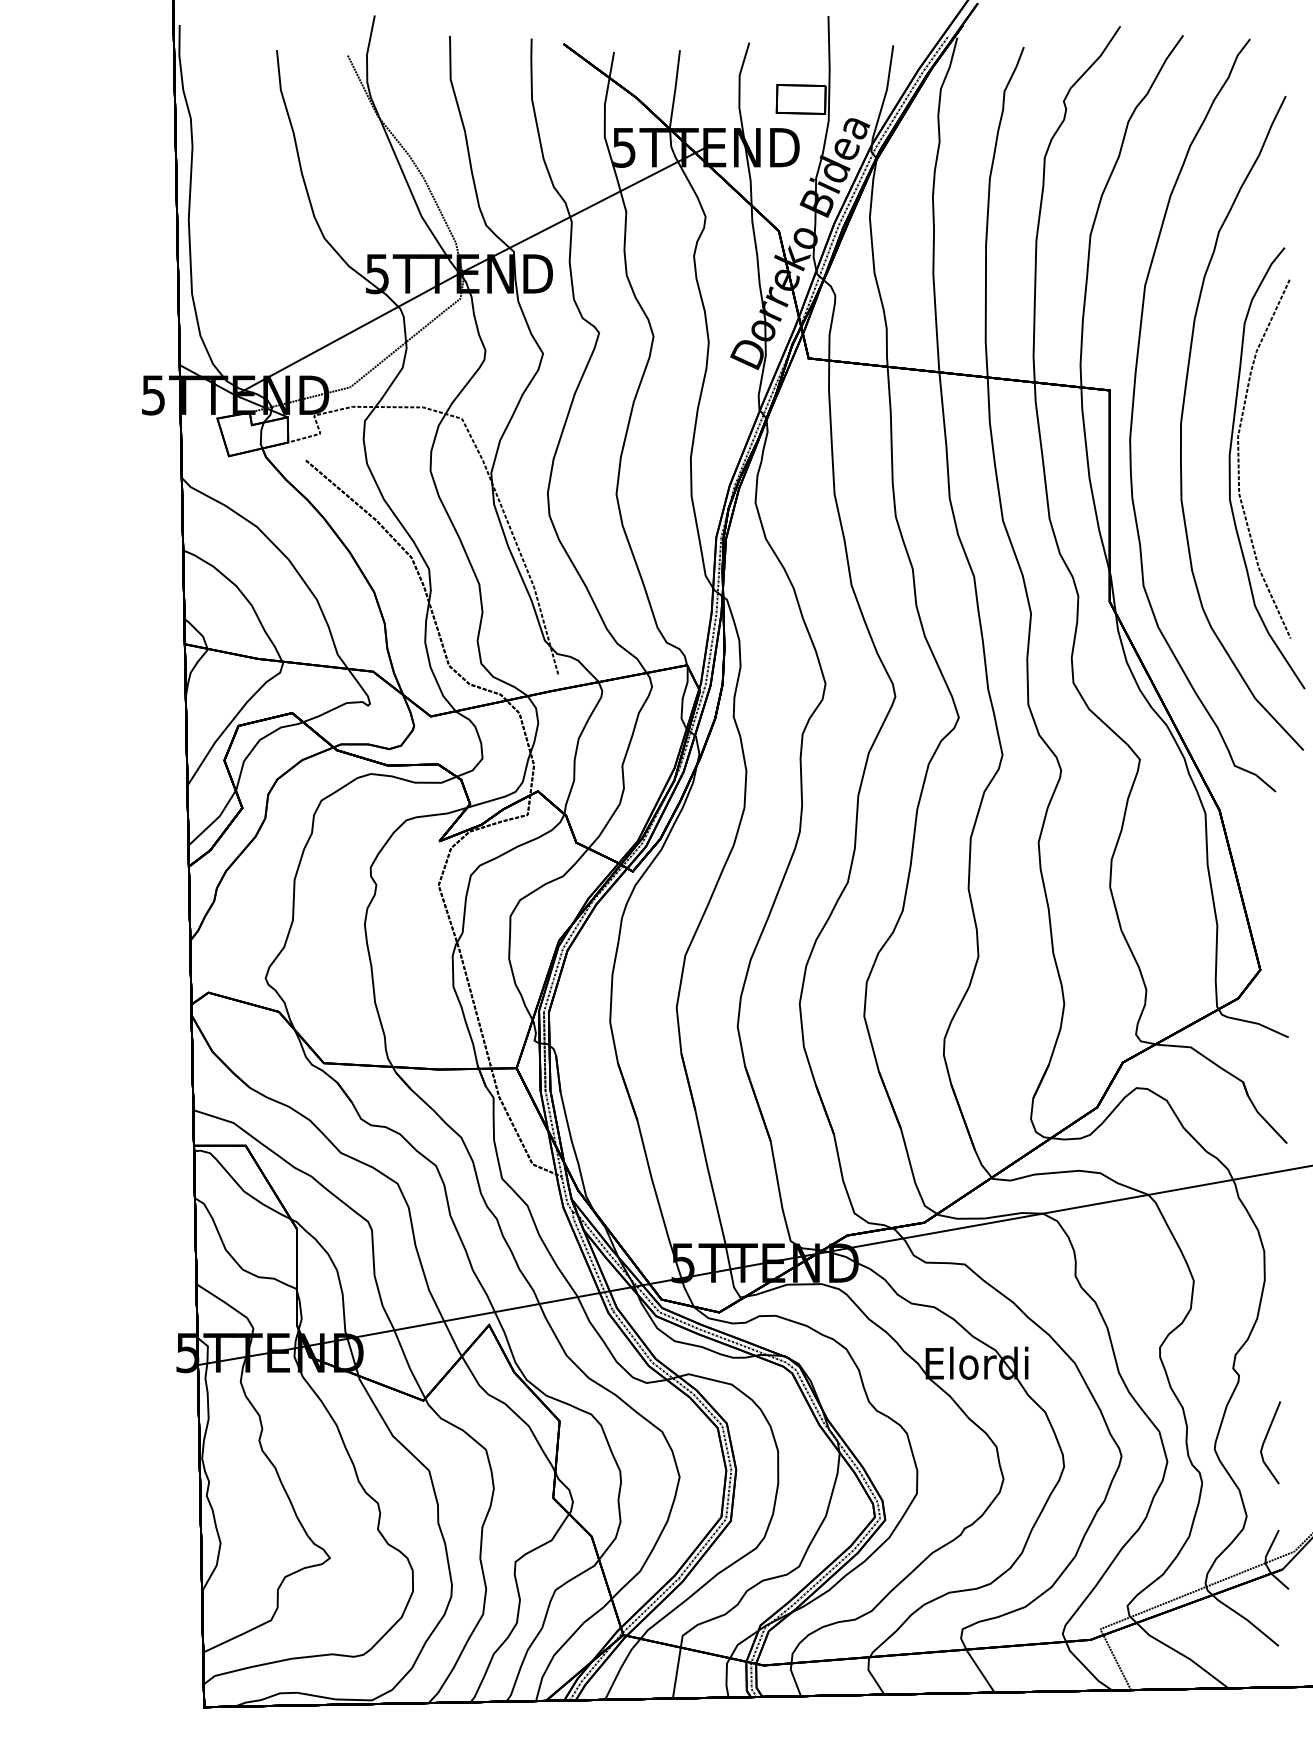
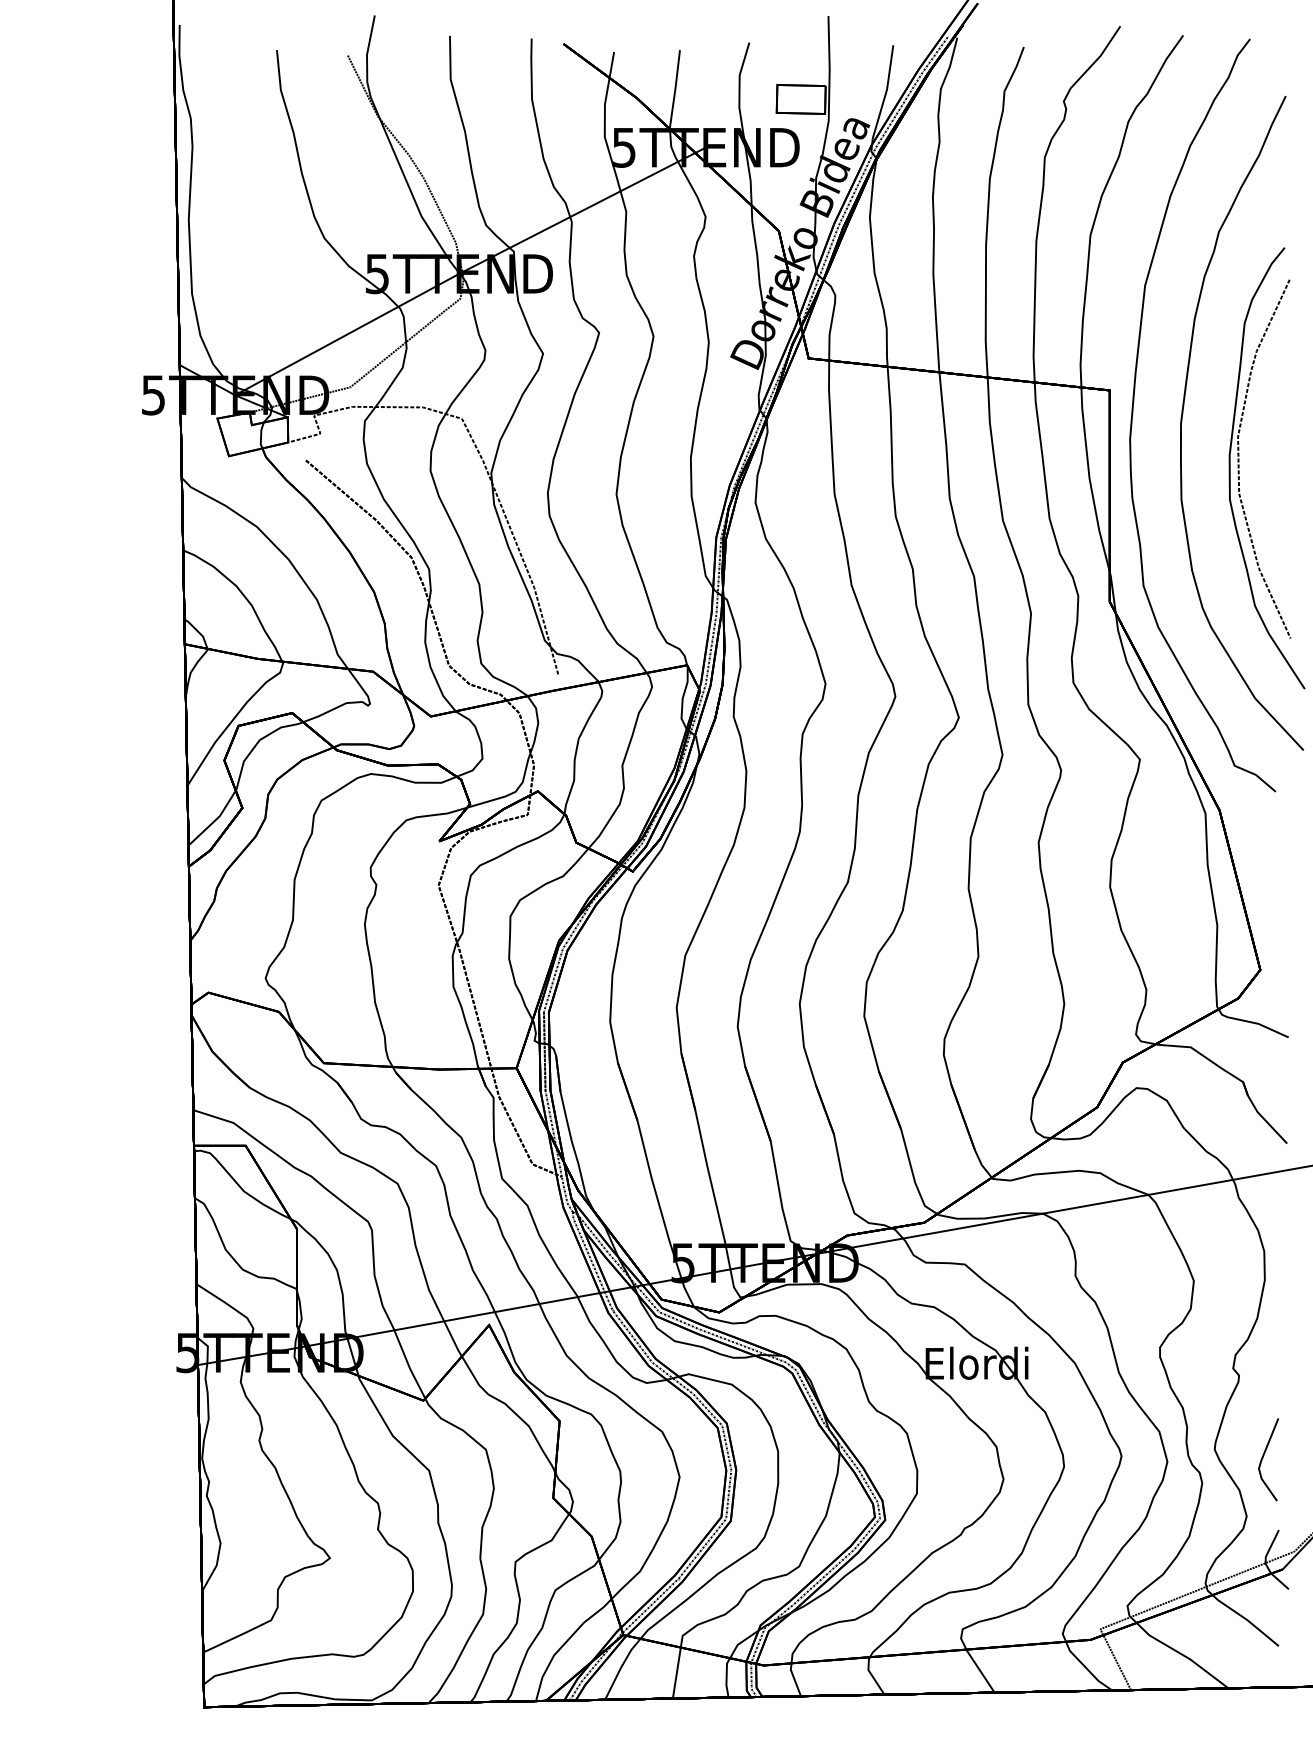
line at (1265, 1441) position: (1265, 1441) -> (1263, 1458)
